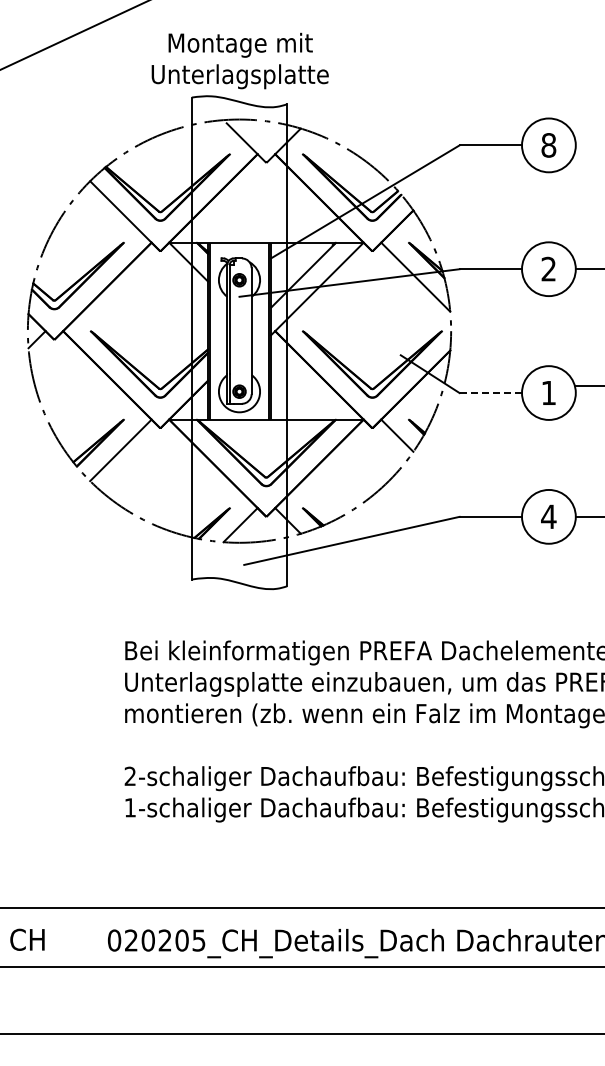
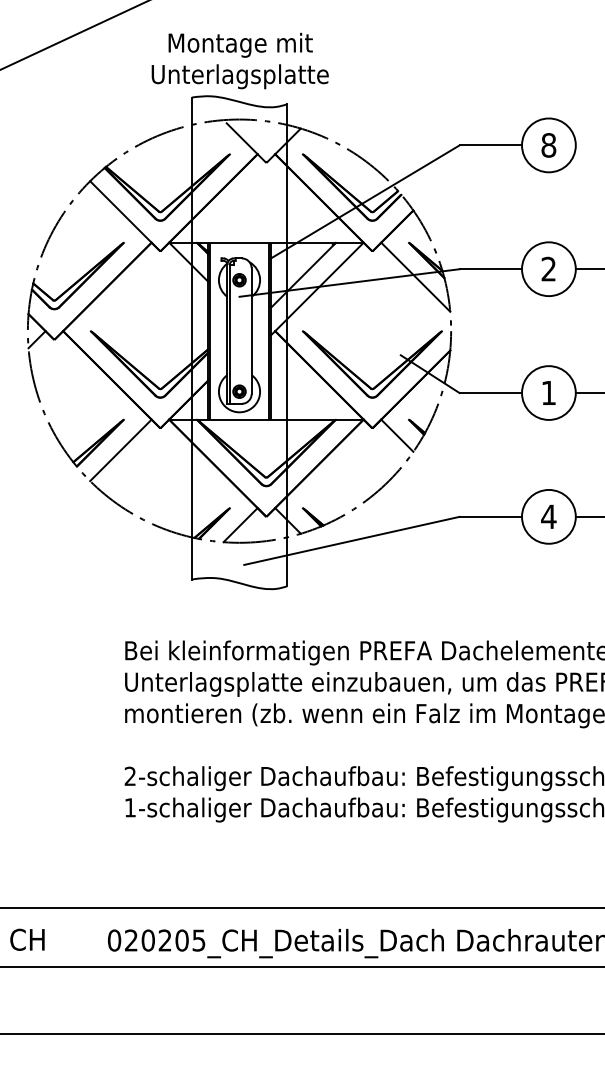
line at (588, 386) position: (588, 386) -> (588, 393)
line at (490, 393): dashed -> solid
